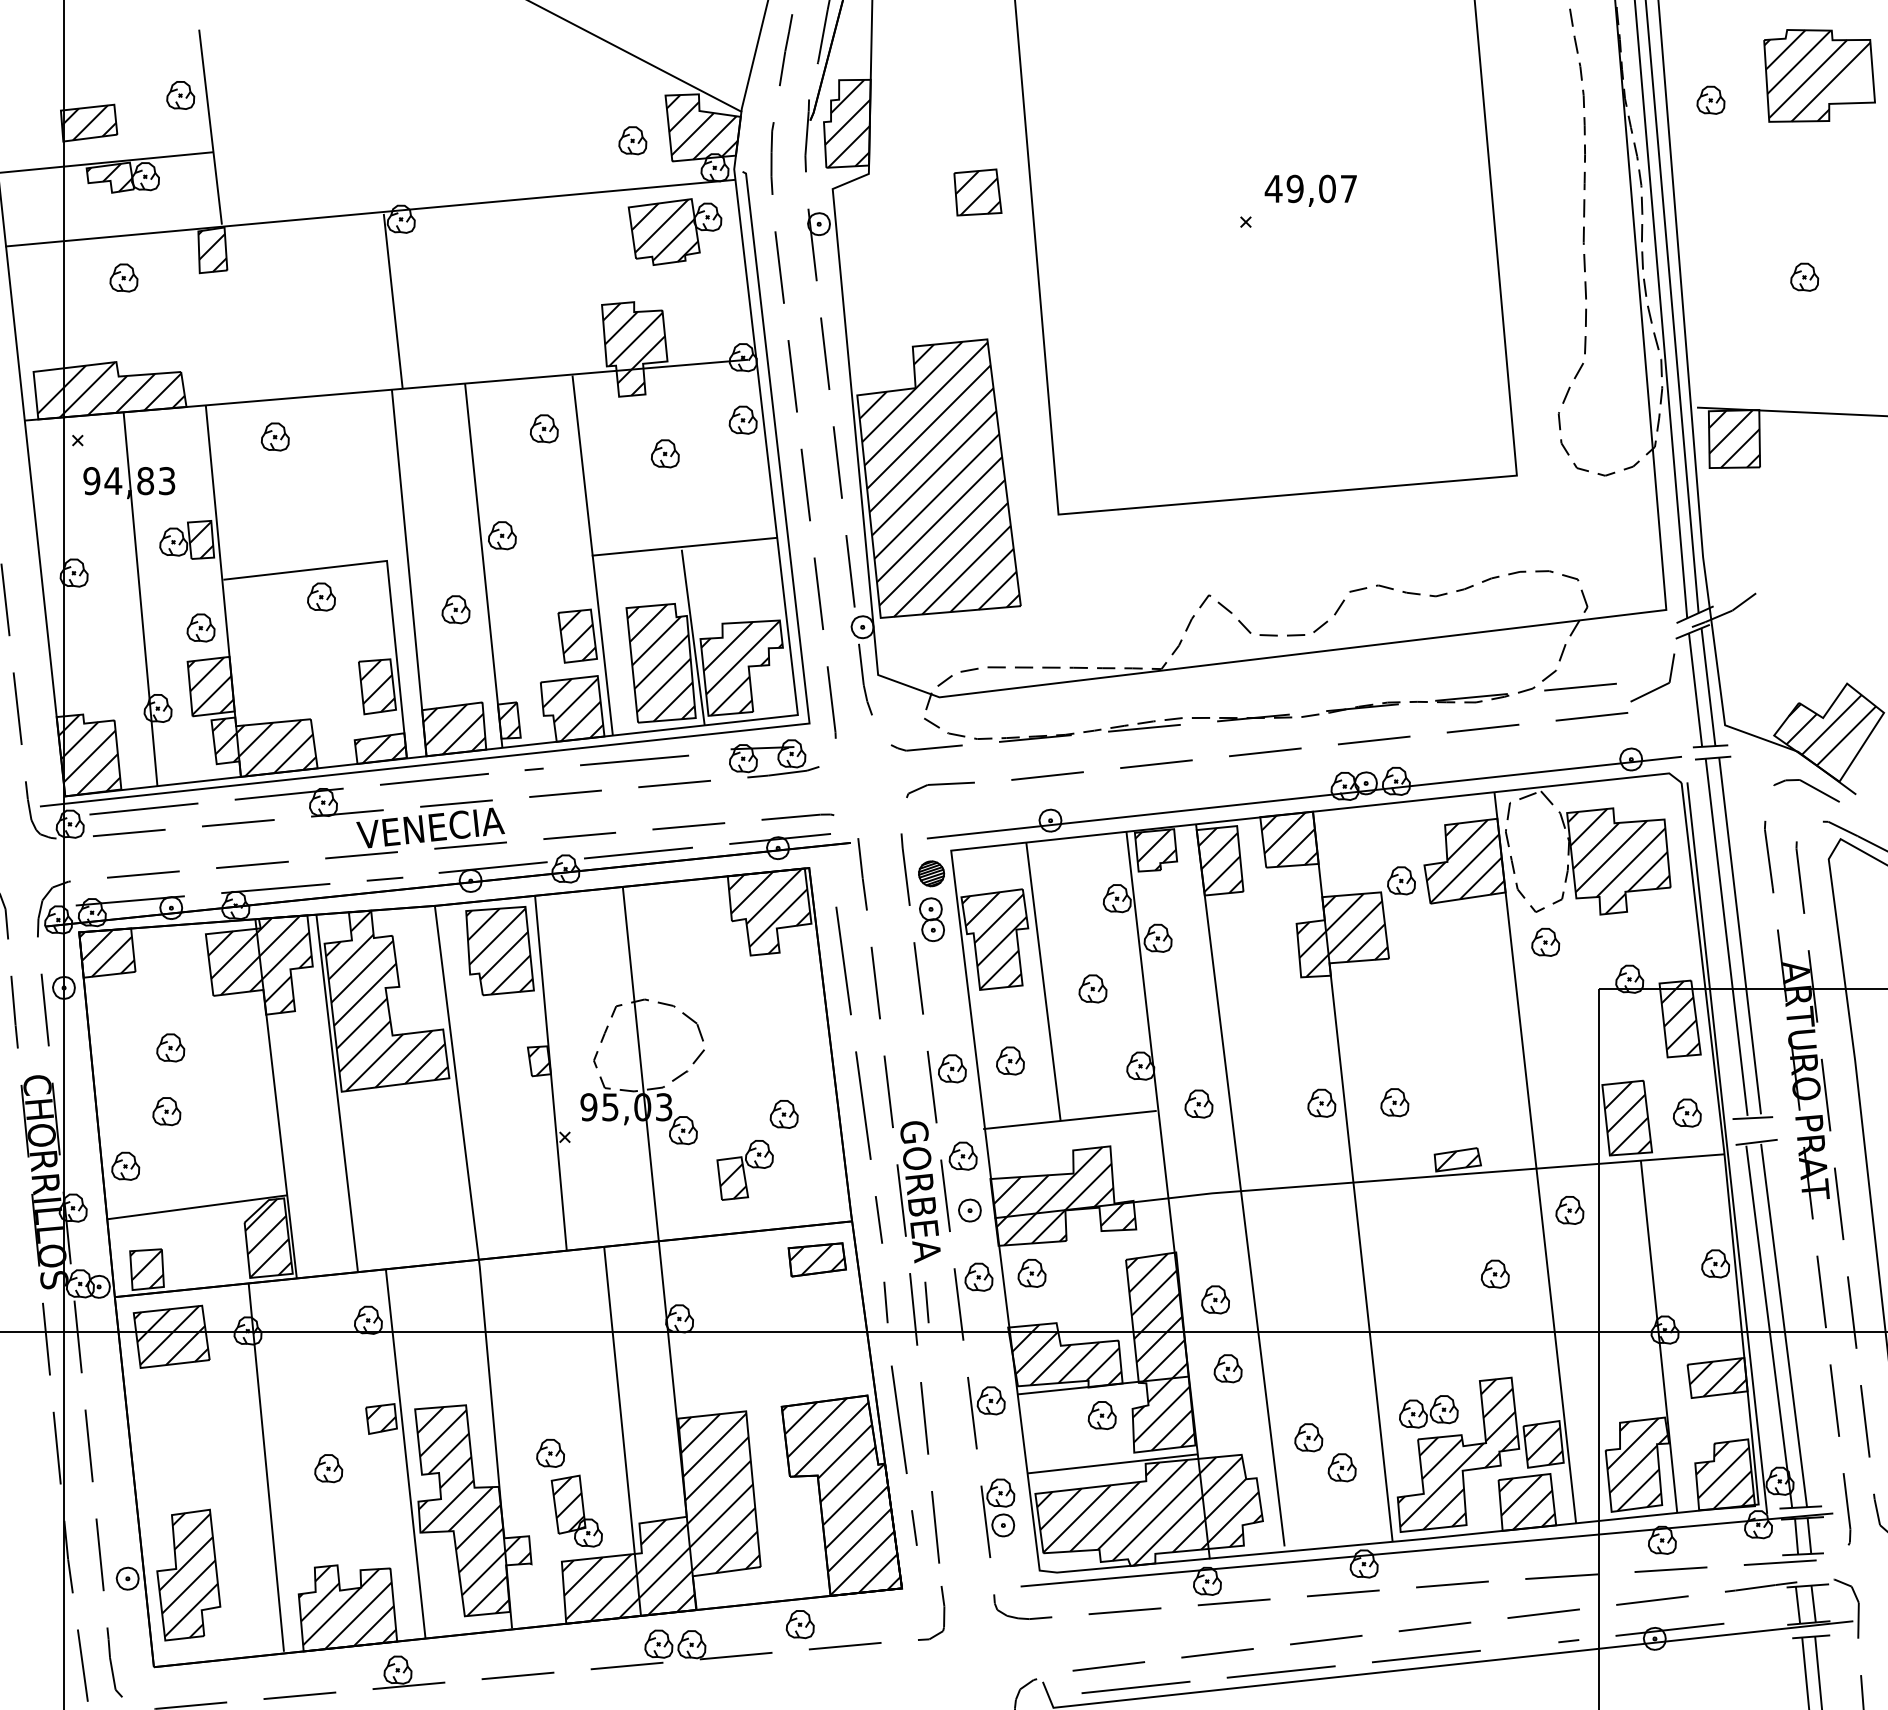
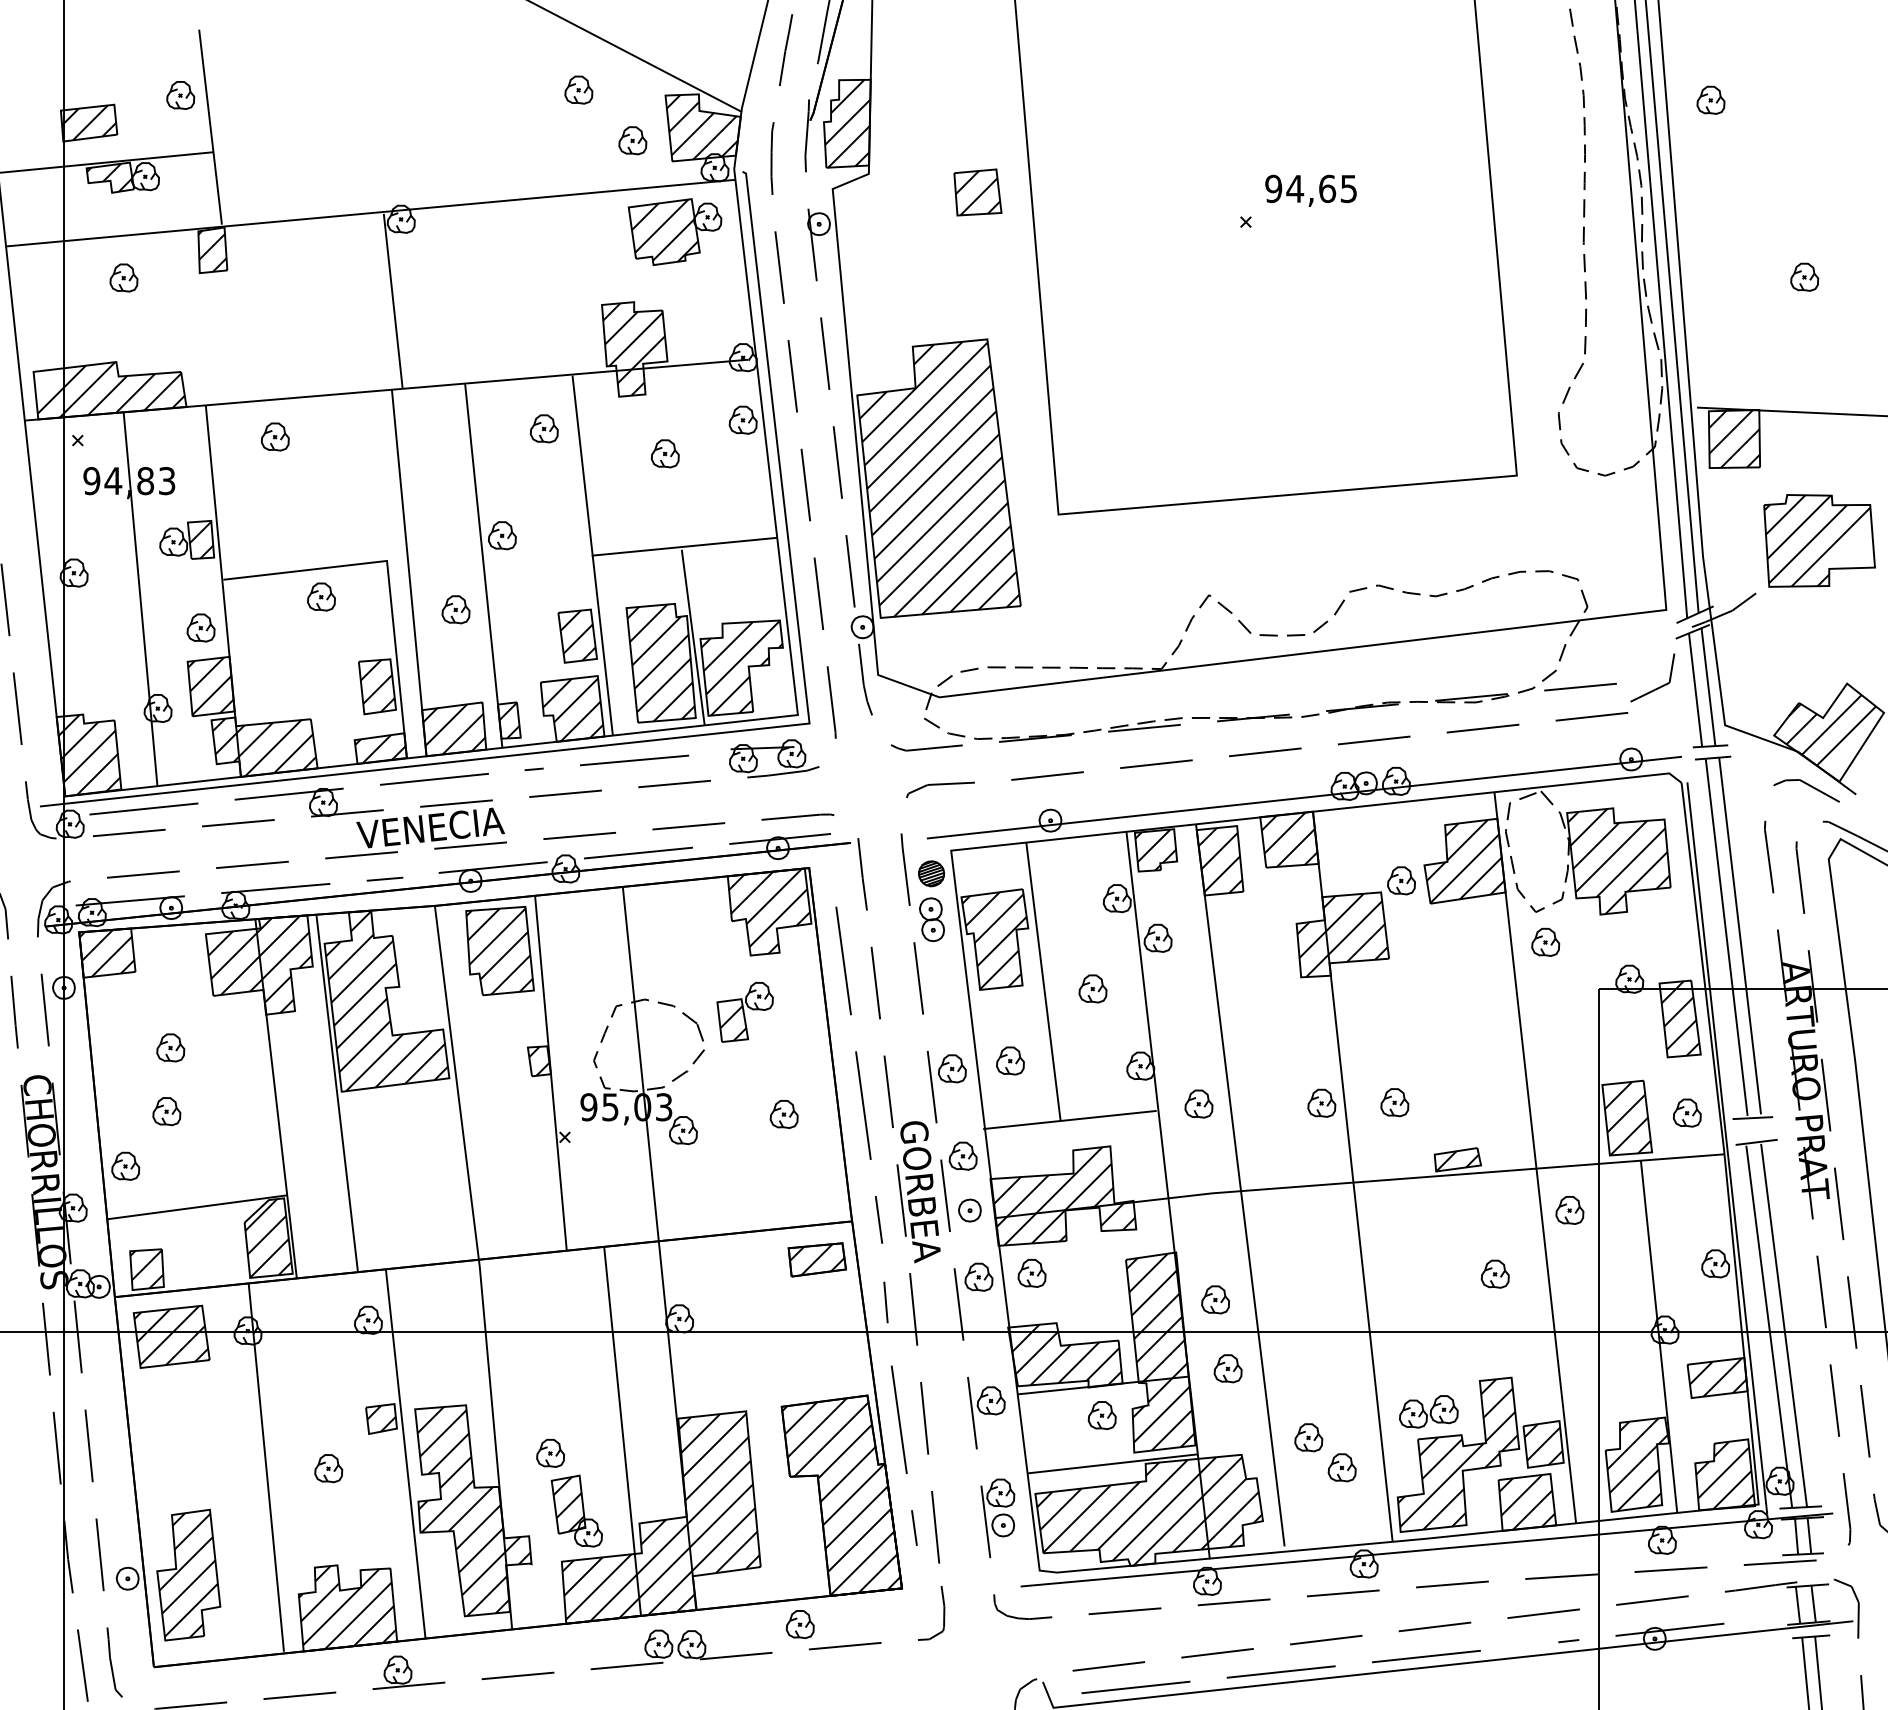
part at (1819, 75) position: (1819, 75) -> (1819, 540)
part at (578, 89): none -> present
text at (1310, 188): 49,07 -> 94,65
part at (744, 1170) position: (744, 1170) -> (744, 1012)
line at (926, 1302): present -> none
